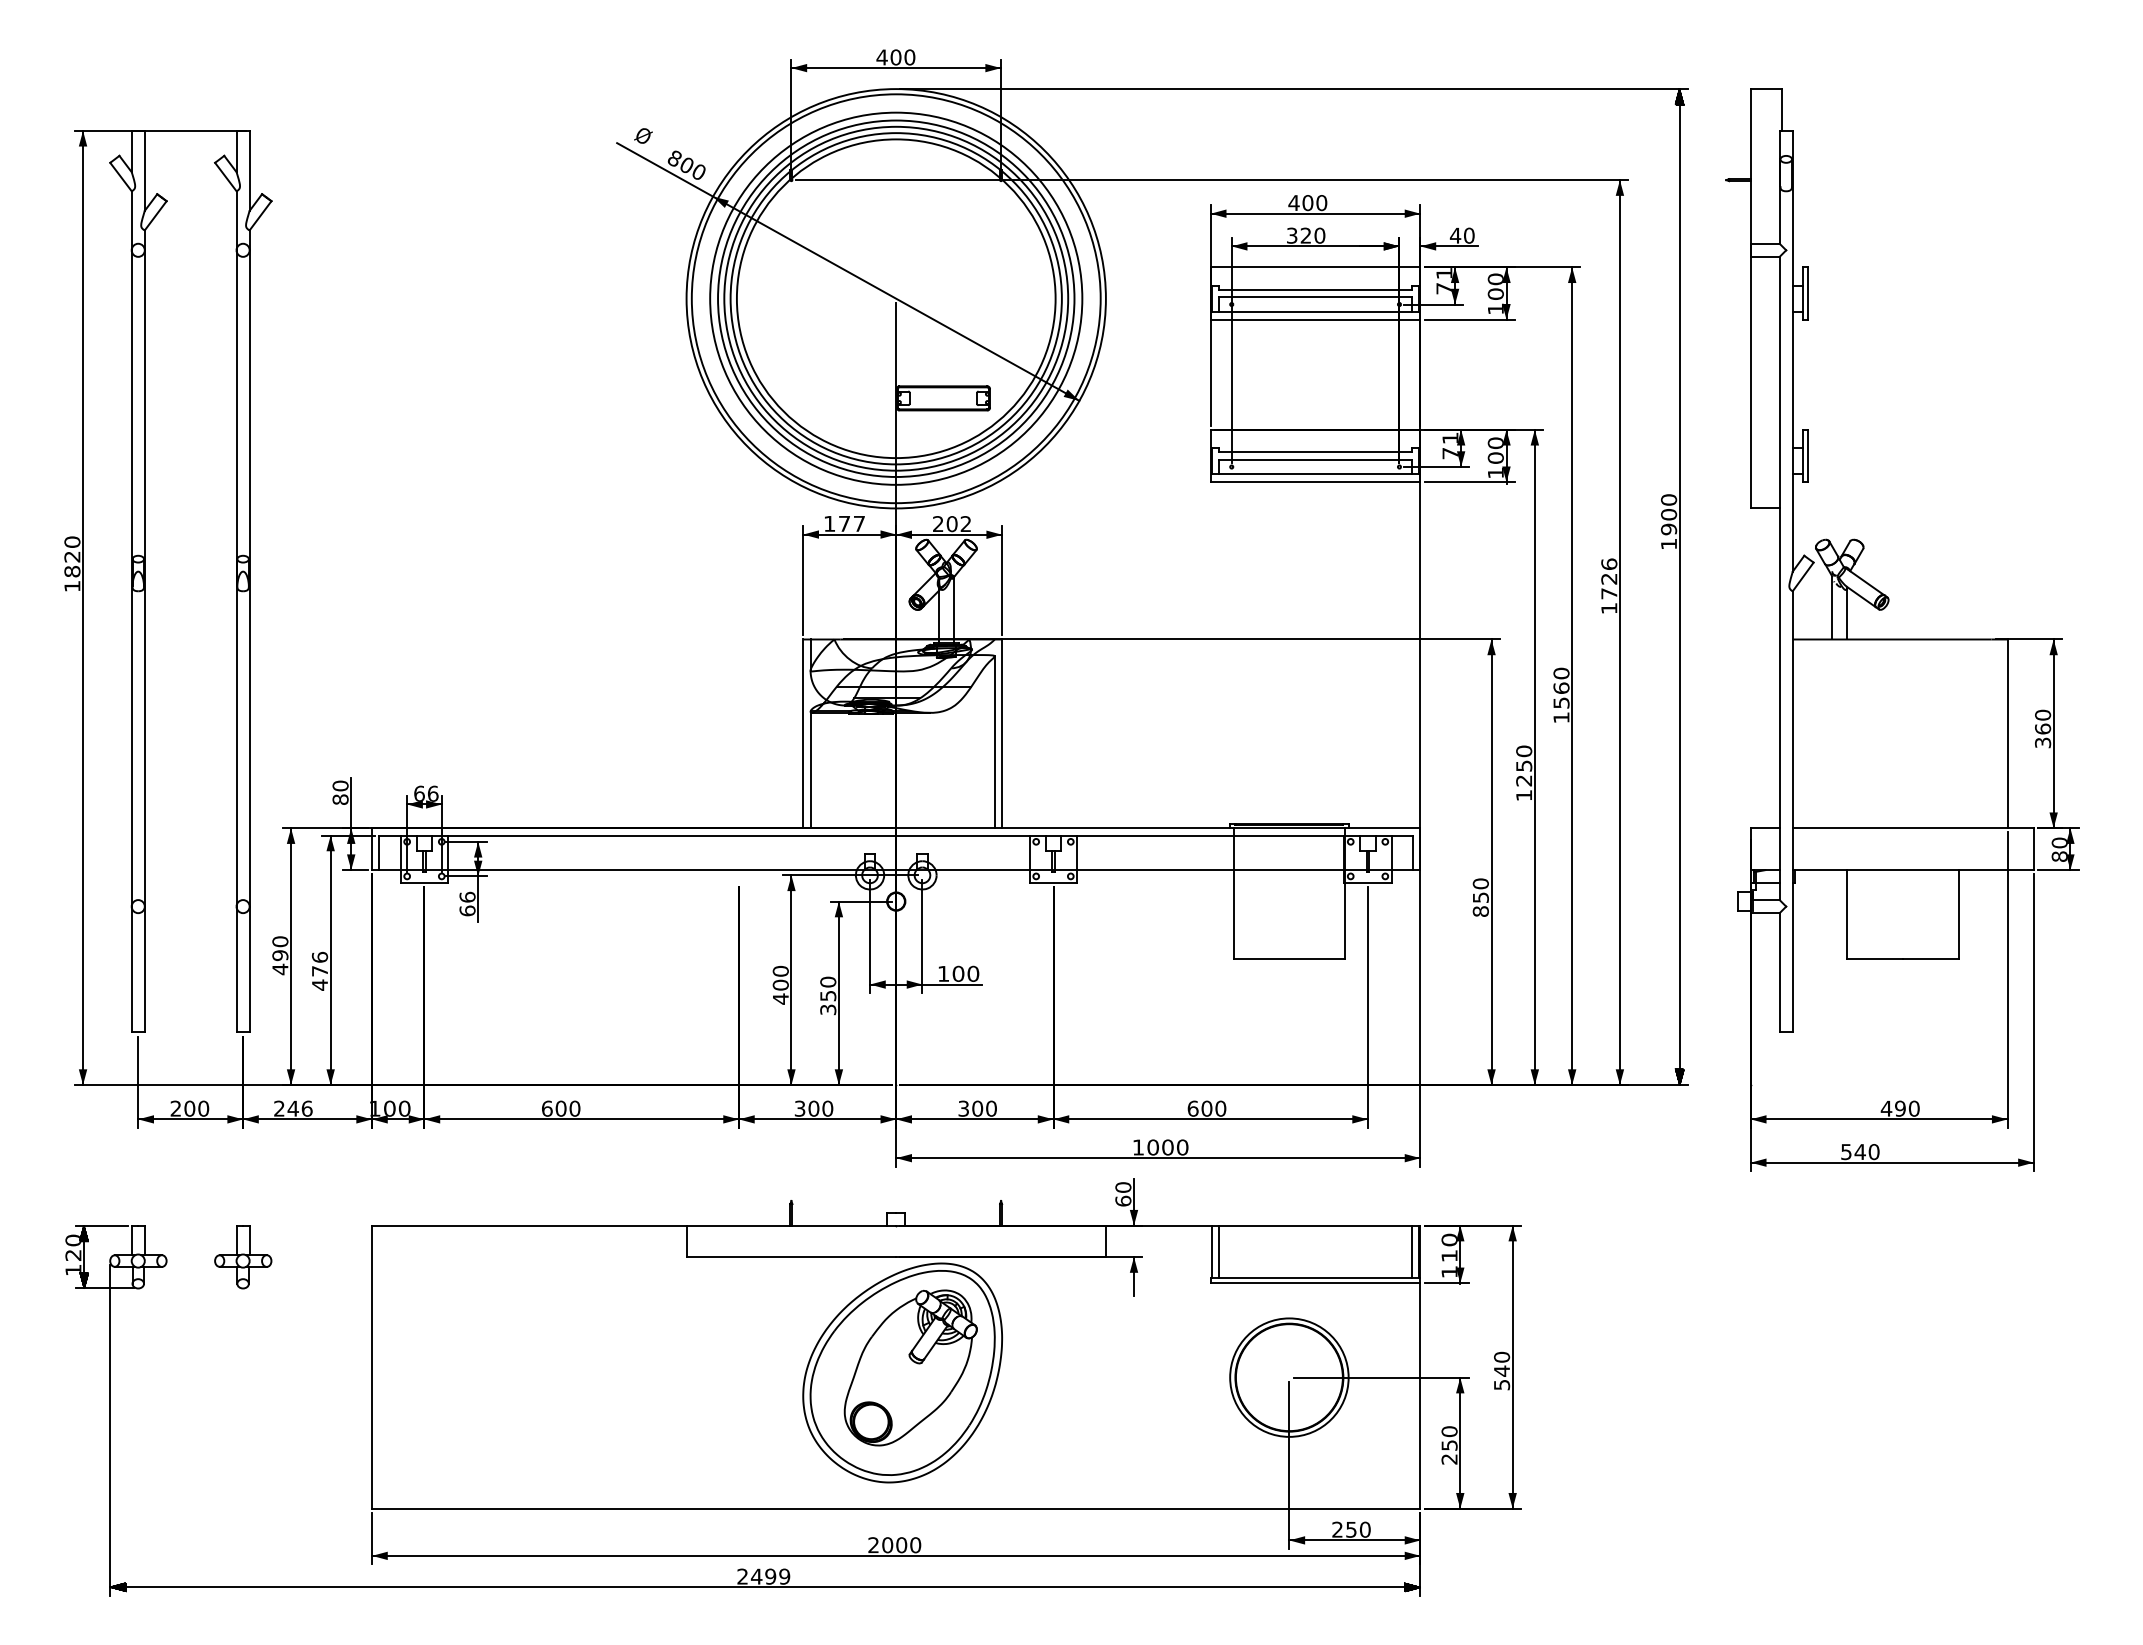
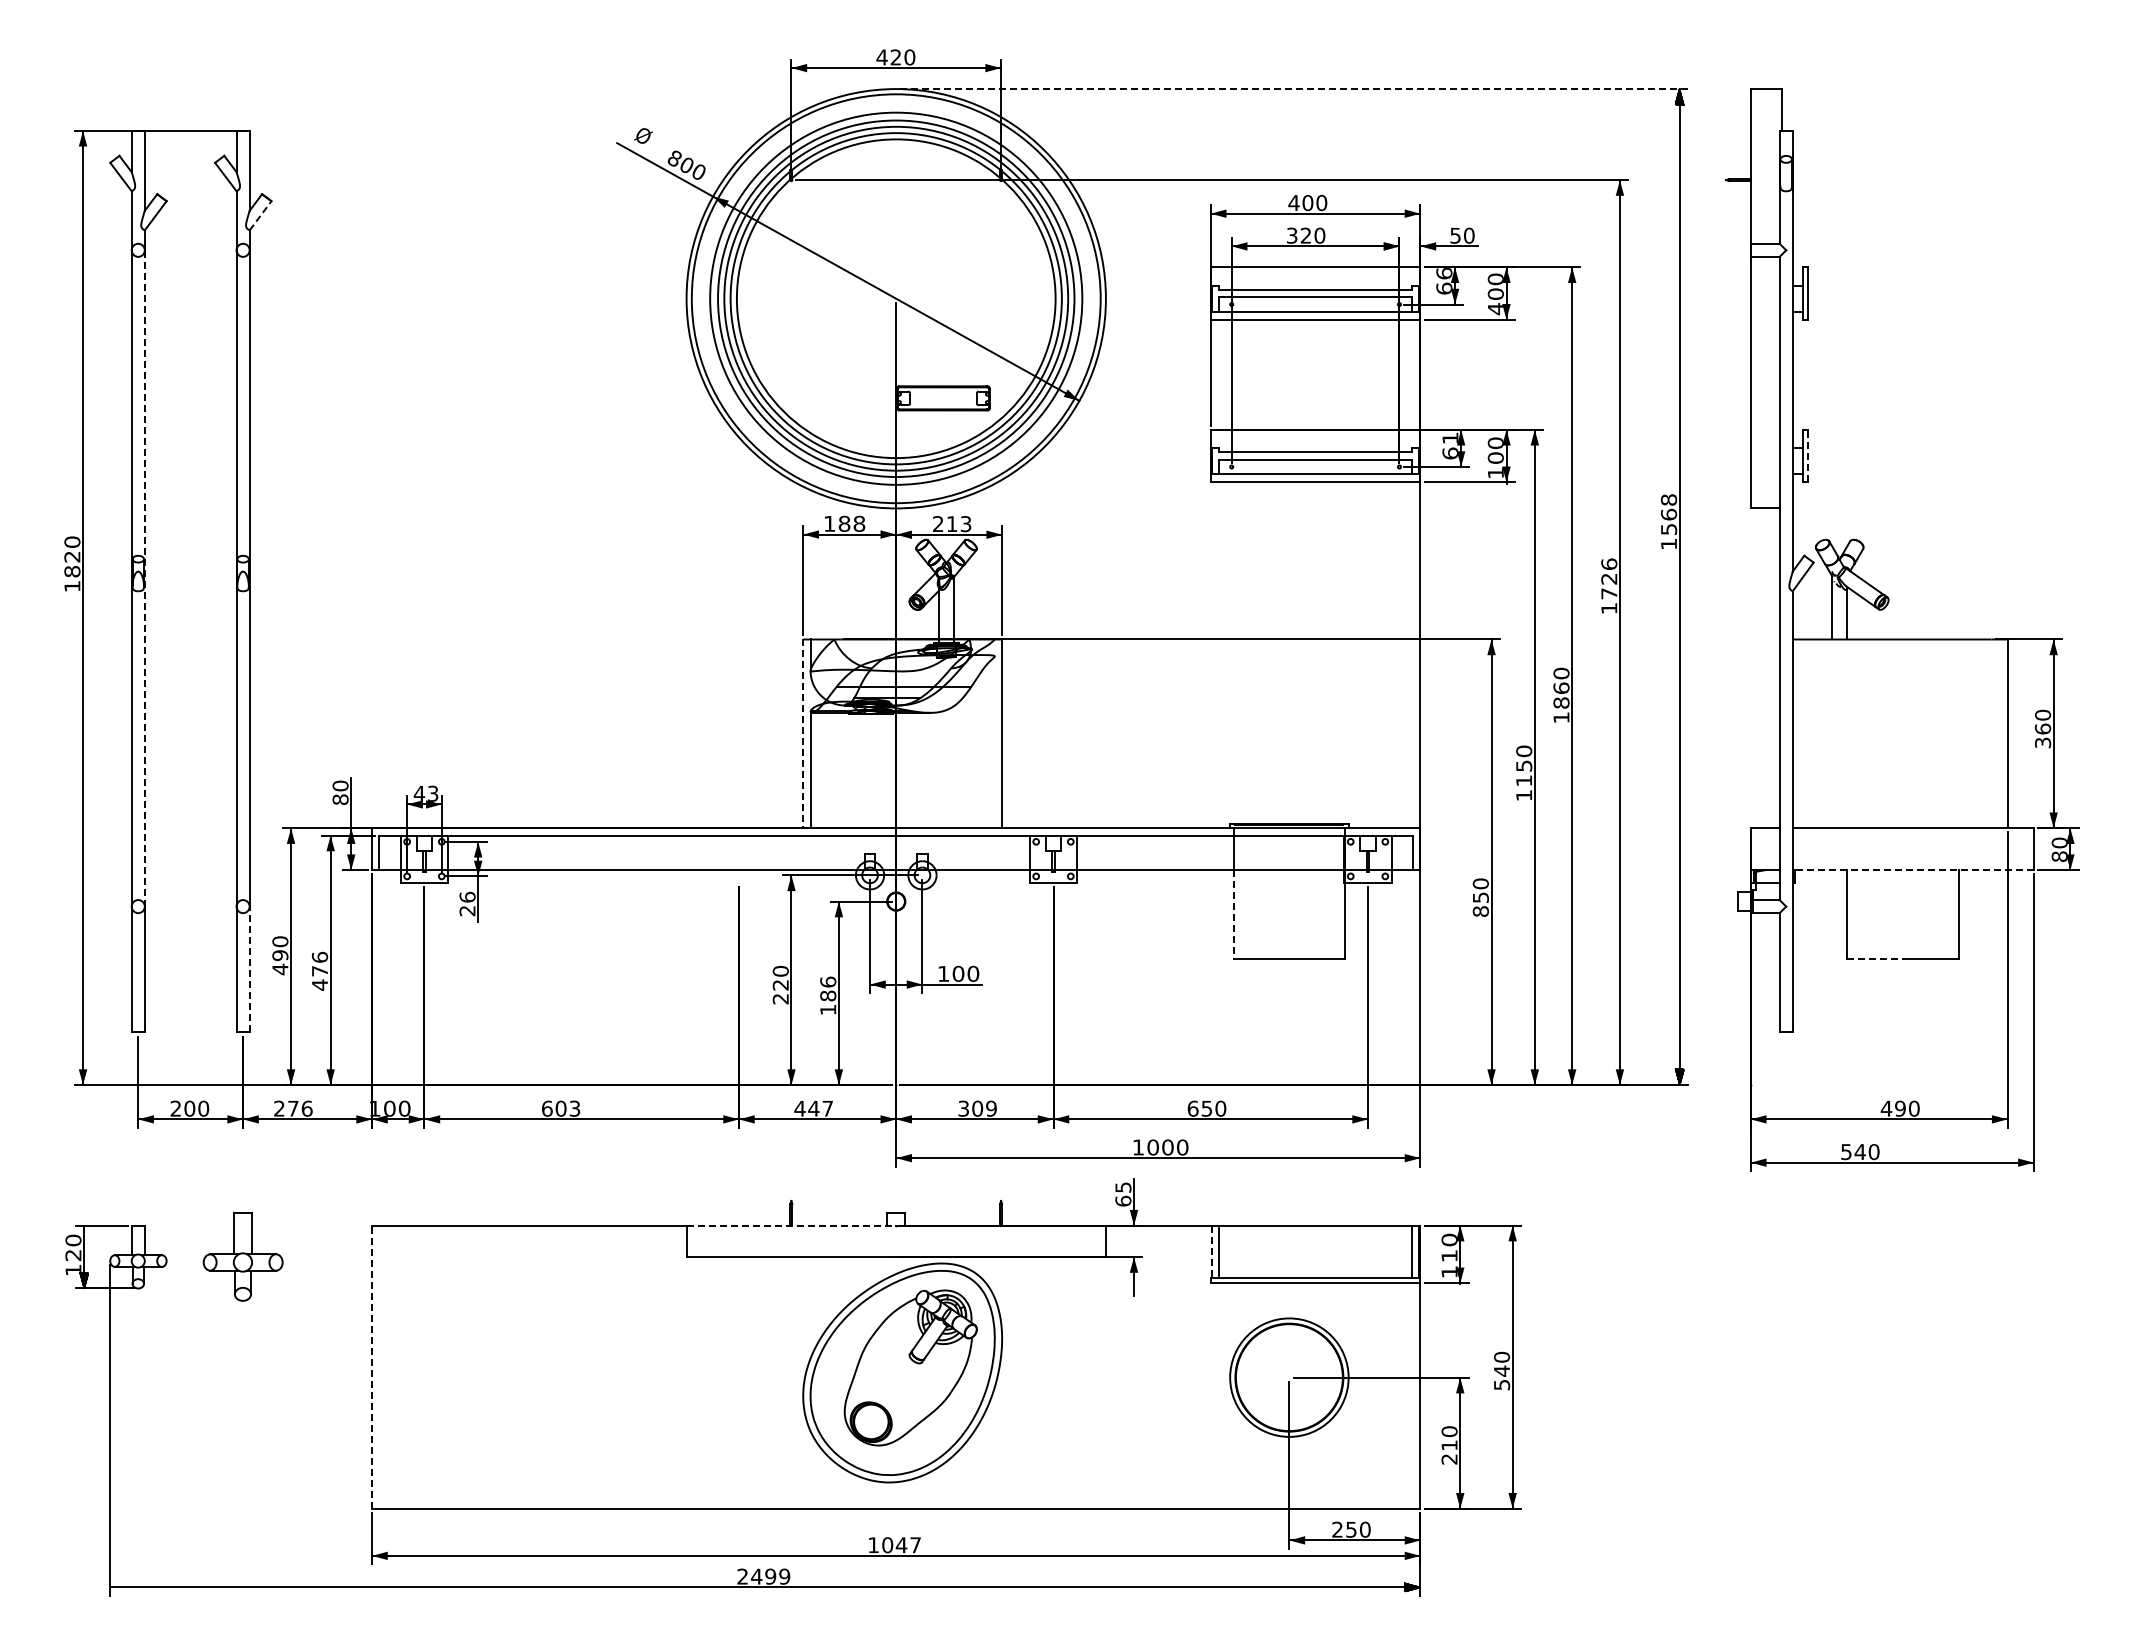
text at (895, 57): 400 -> 420
line at (1294, 89): solid -> dashed
line at (260, 215): solid -> dashed
text at (1455, 235): 40 -> 50
text at (1444, 281): 71 -> 66
text at (1495, 309): 100 -> 400
text at (1450, 453): 71 -> 61
line at (1808, 455): solid -> dashed
text at (1668, 514): 1900 -> 1568
text at (851, 523): 177 -> 188
text at (958, 524): 202 -> 213
line at (144, 577): solid -> dashed
text at (1561, 702): 1560 -> 1860
line at (803, 734): solid -> dashed
line at (994, 742): present -> none
text at (1523, 780): 1250 -> 1150
text at (425, 793): 66 -> 43
line at (1913, 870): solid -> dashed
text at (467, 910): 66 -> 26
line at (1233, 914): solid -> dashed
line at (1874, 959): solid -> dashed
line at (249, 969): solid -> dashed
text at (780, 991): 400 -> 220
text at (828, 995): 350 -> 186
text at (292, 1108): 246 -> 276
text at (574, 1108): 600 -> 603
text at (813, 1108): 300 -> 447
text at (991, 1108): 300 -> 309
text at (1206, 1108): 600 -> 650
text at (1123, 1187): 60 -> 65
line at (791, 1225): solid -> dashed
hatch at (83, 1233): present -> none
line at (1211, 1252): solid -> dashed
part at (243, 1257) size: 59x65 px -> 82x90 px
line at (372, 1367): solid -> dashed
text at (1449, 1445): 250 -> 210
text at (894, 1545): 2000 -> 1047
hatch at (118, 1587): present -> none
